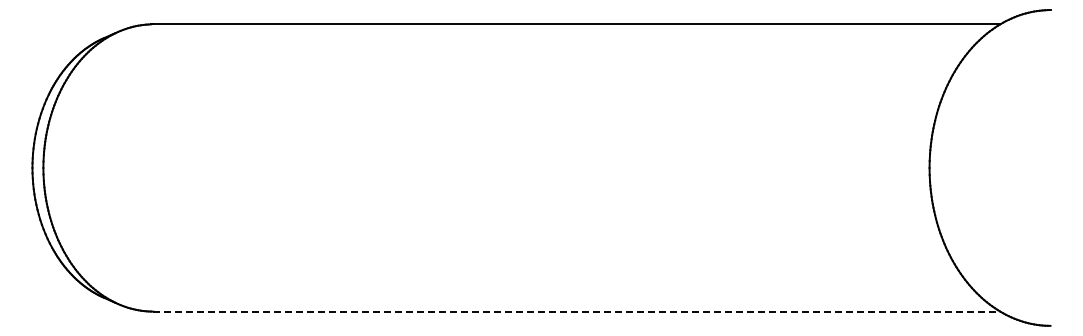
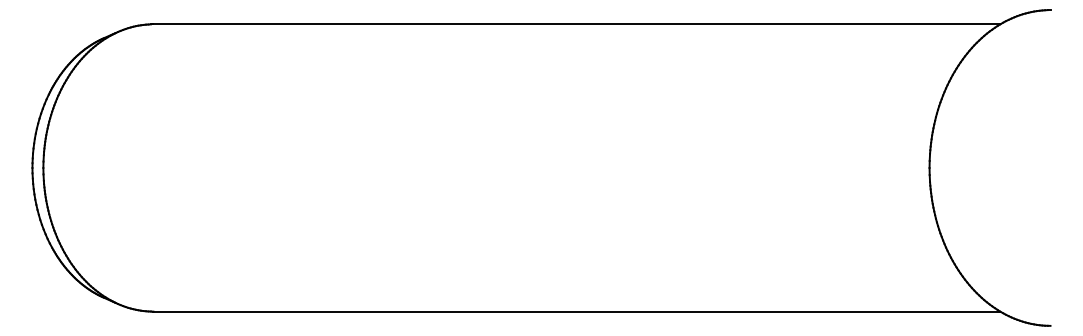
line at (577, 311): dashed -> solid
